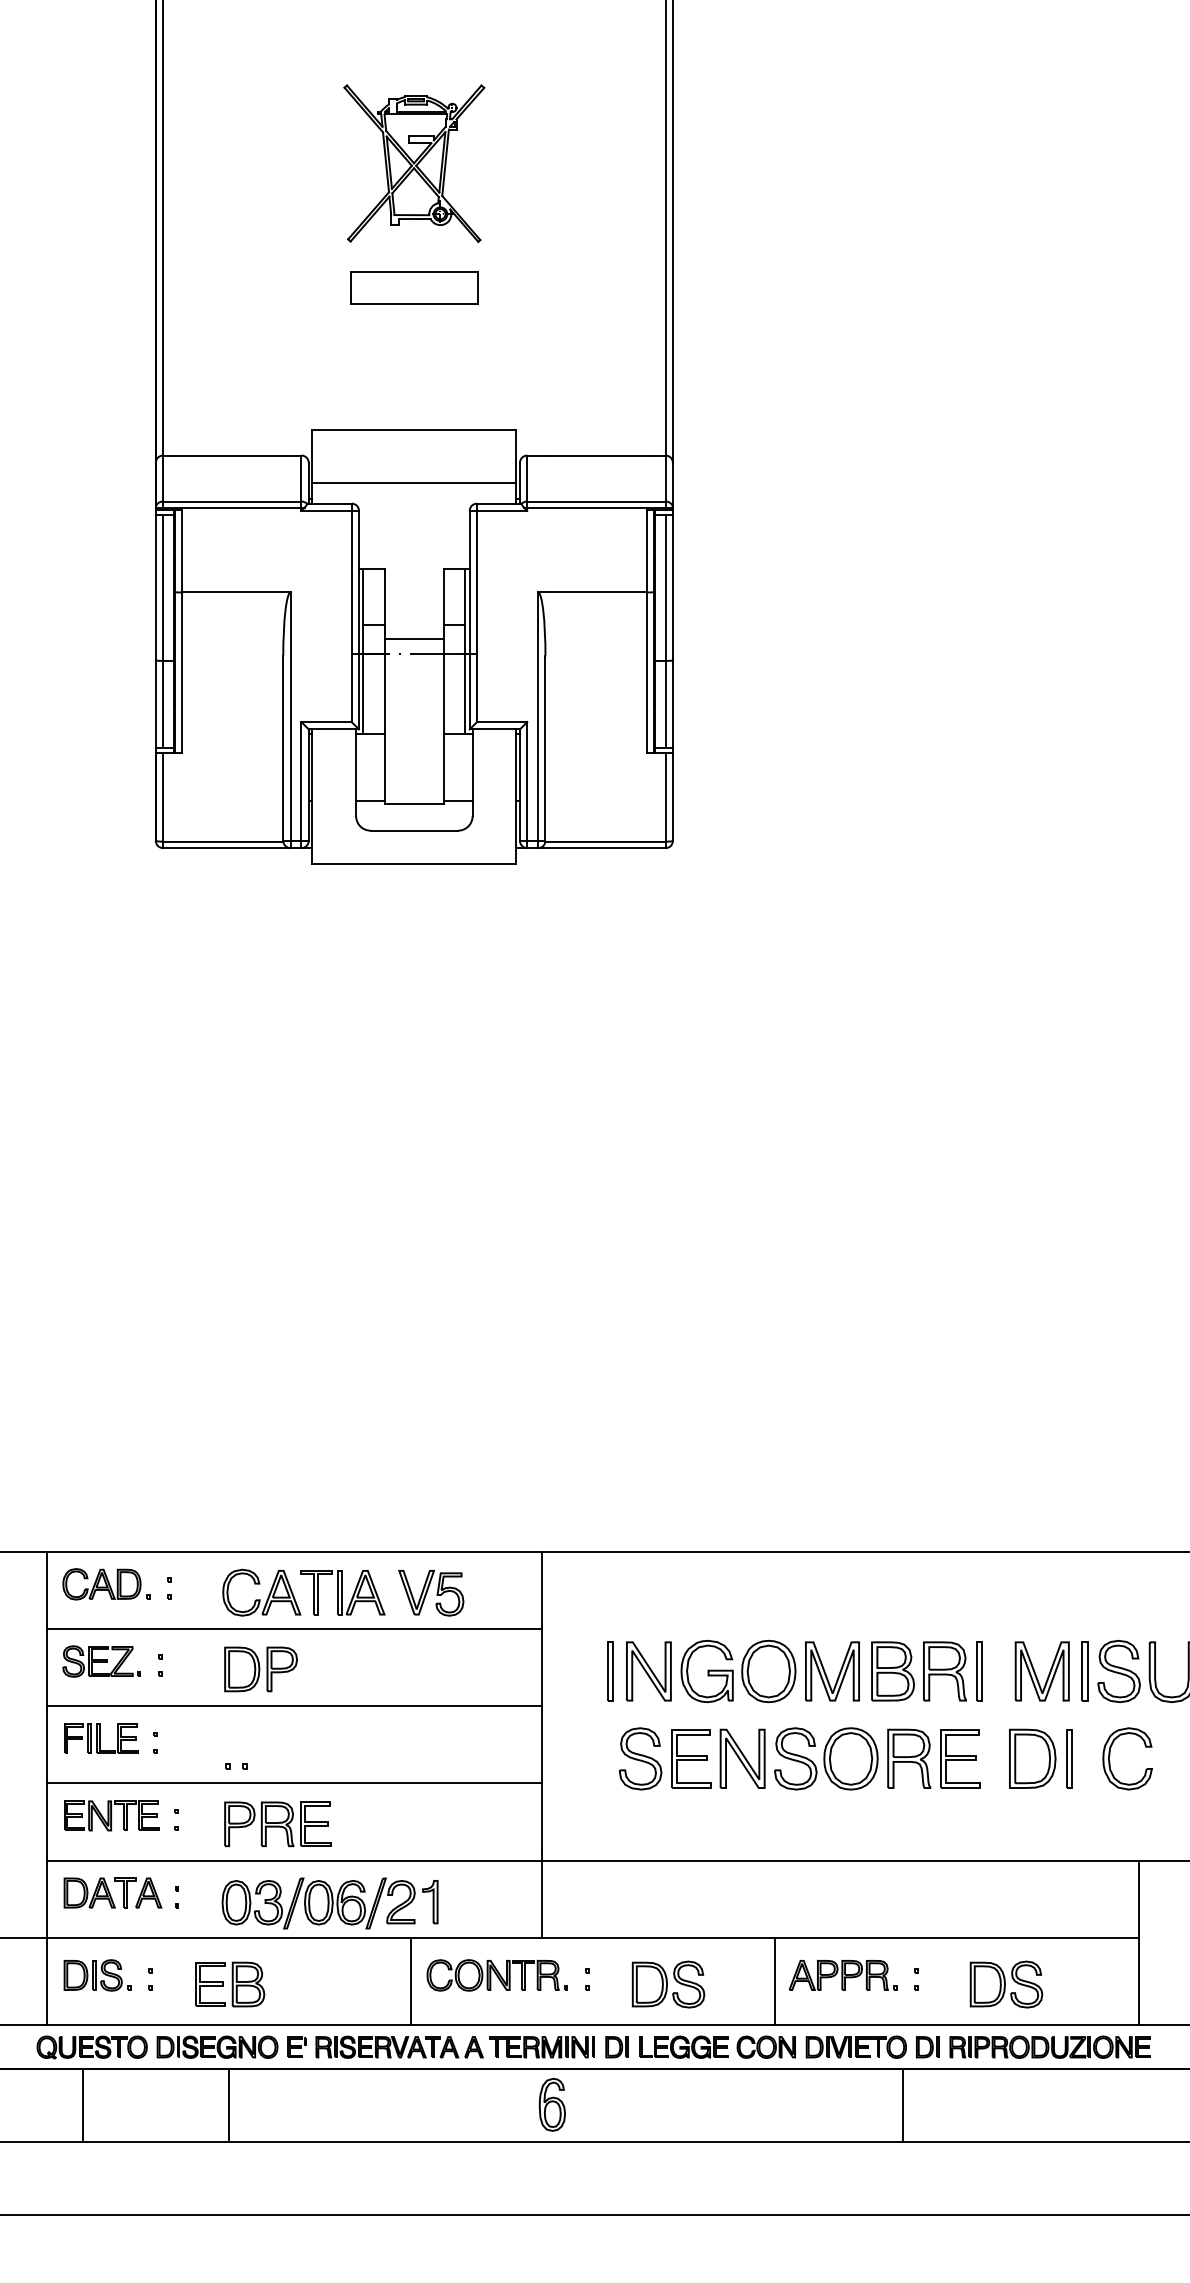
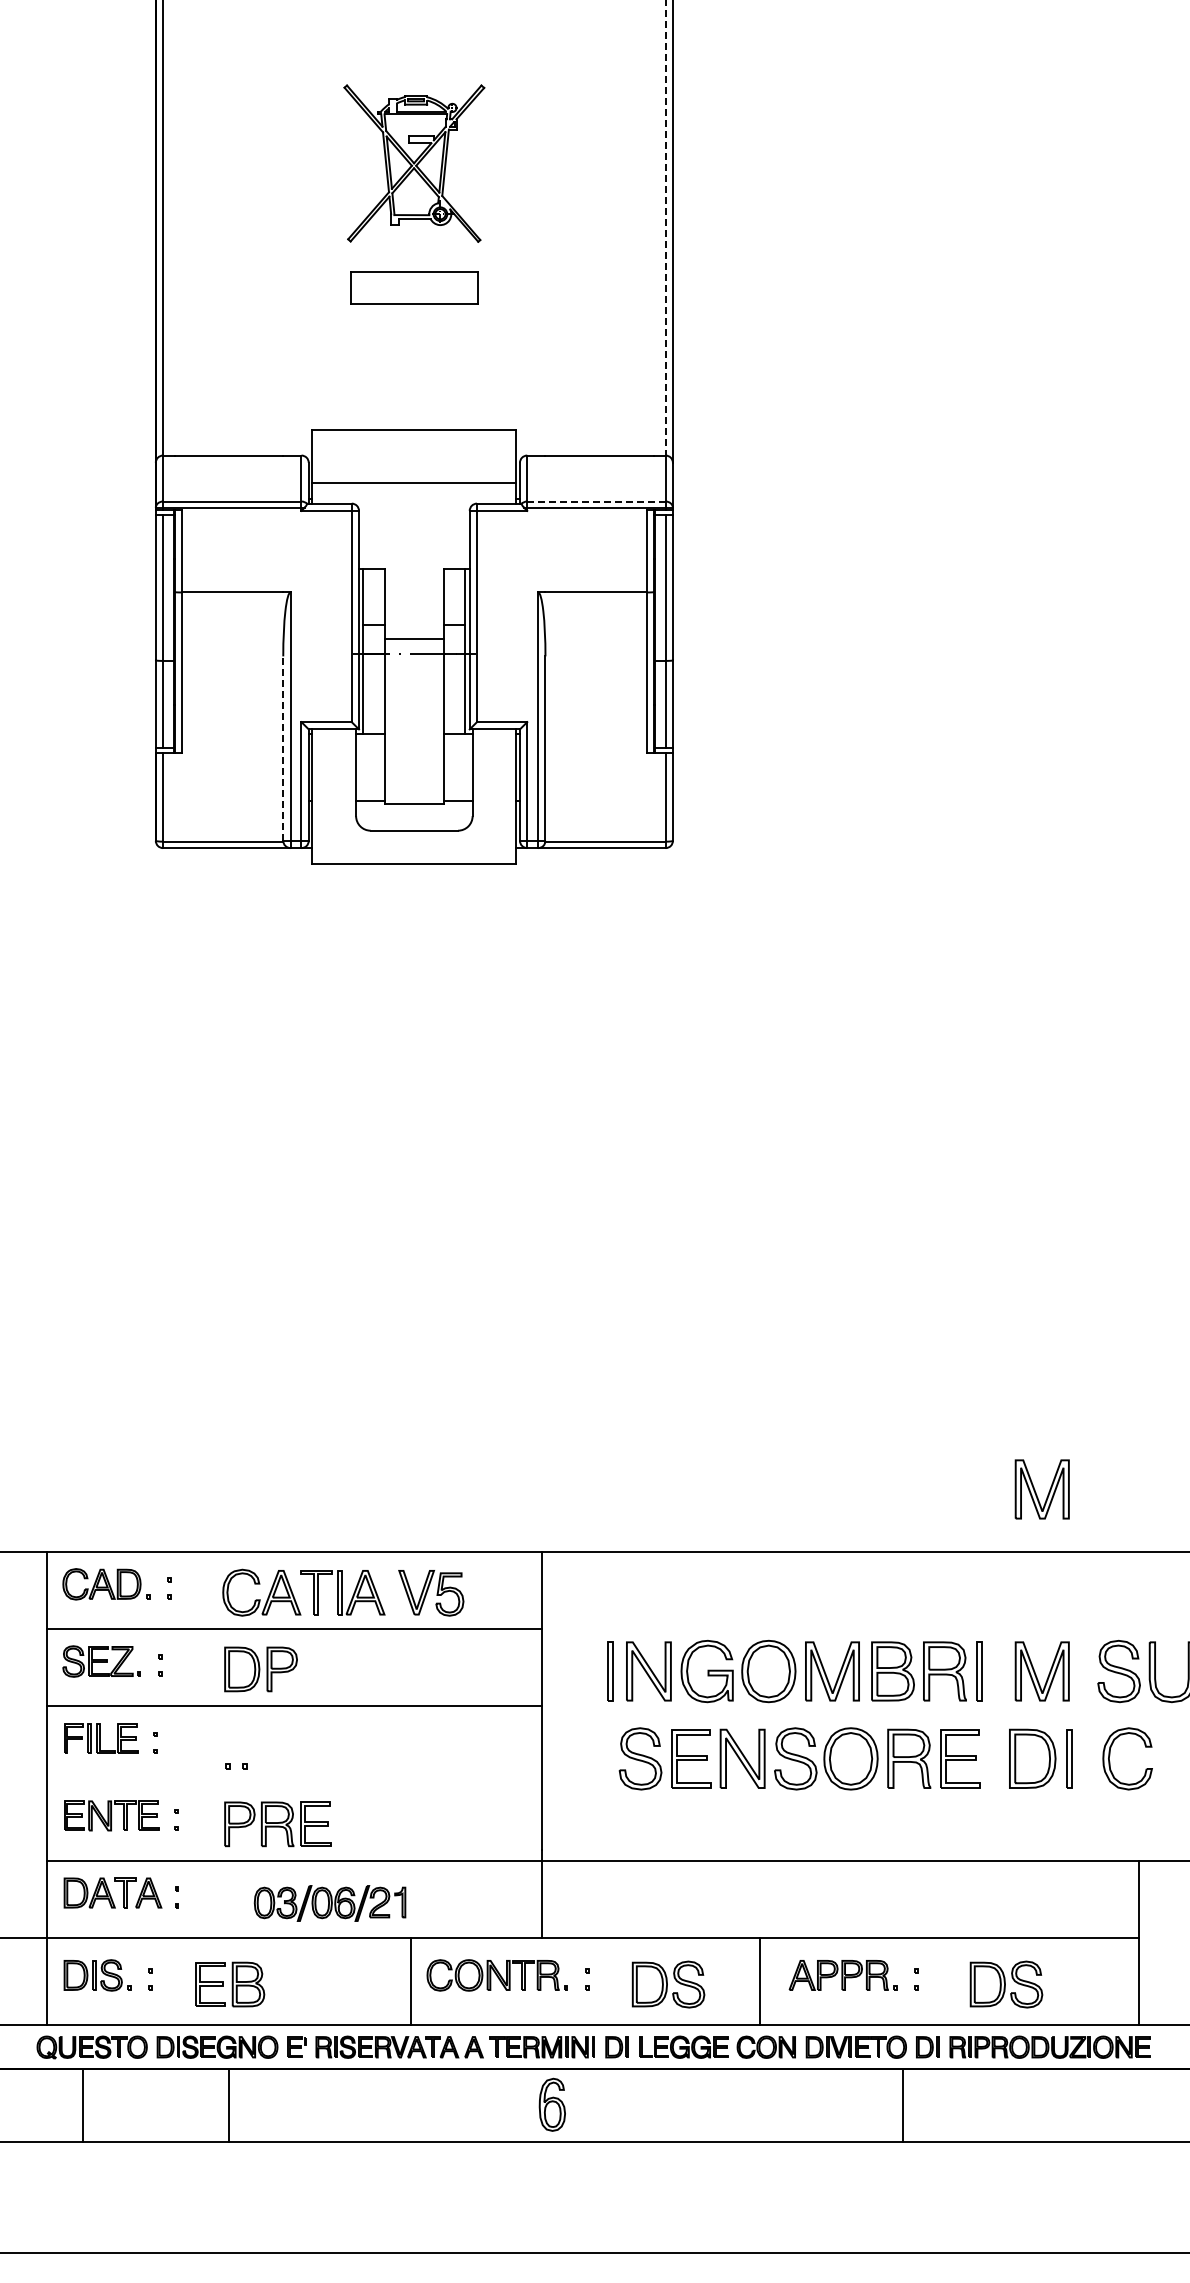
line at (665, 228): solid -> dashed
line at (595, 501): solid -> dashed
line at (283, 748): solid -> dashed
part at (1041, 1489): none -> present
part at (1084, 1671): present -> none
line at (294, 1783): present -> none
part at (329, 1903) size: 218x53 px -> 154x37 px
line at (775, 1981) position: (775, 1981) -> (760, 1981)
line at (594, 2214) position: (594, 2214) -> (594, 2252)
